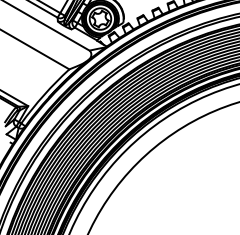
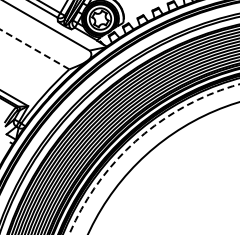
line at (35, 49): solid -> dashed
arc at (136, 140): solid -> dashed
